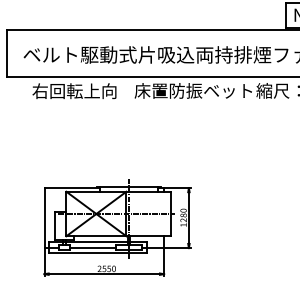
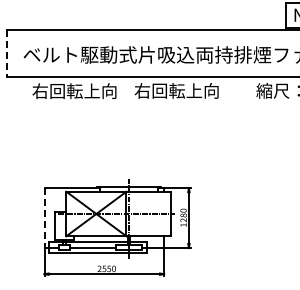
line at (6, 54): solid -> dashed
text at (192, 90): 床置防振ベット -> 右回転上向
line at (44, 218): solid -> dashed
